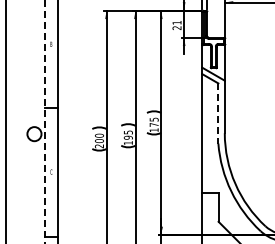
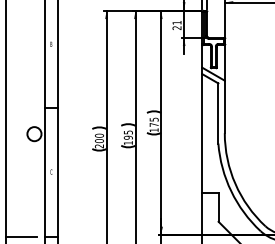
line at (218, 113): dashed -> solid
line at (44, 122): dashed -> solid
line at (21, 236): none -> present
